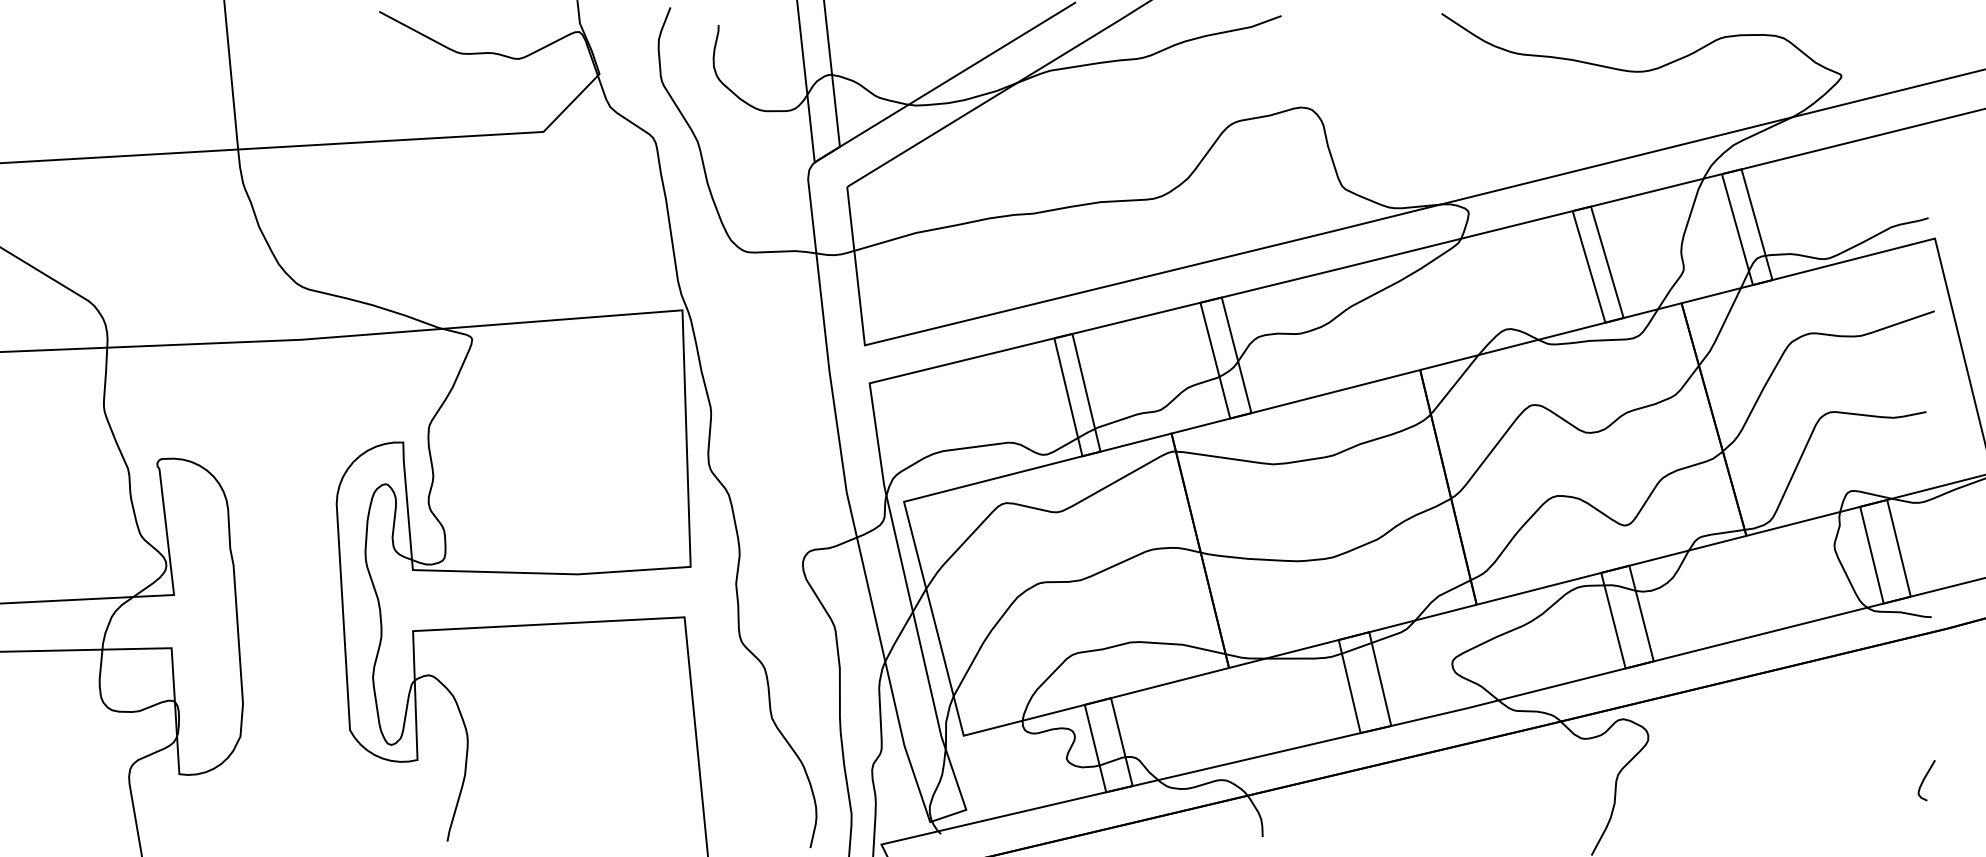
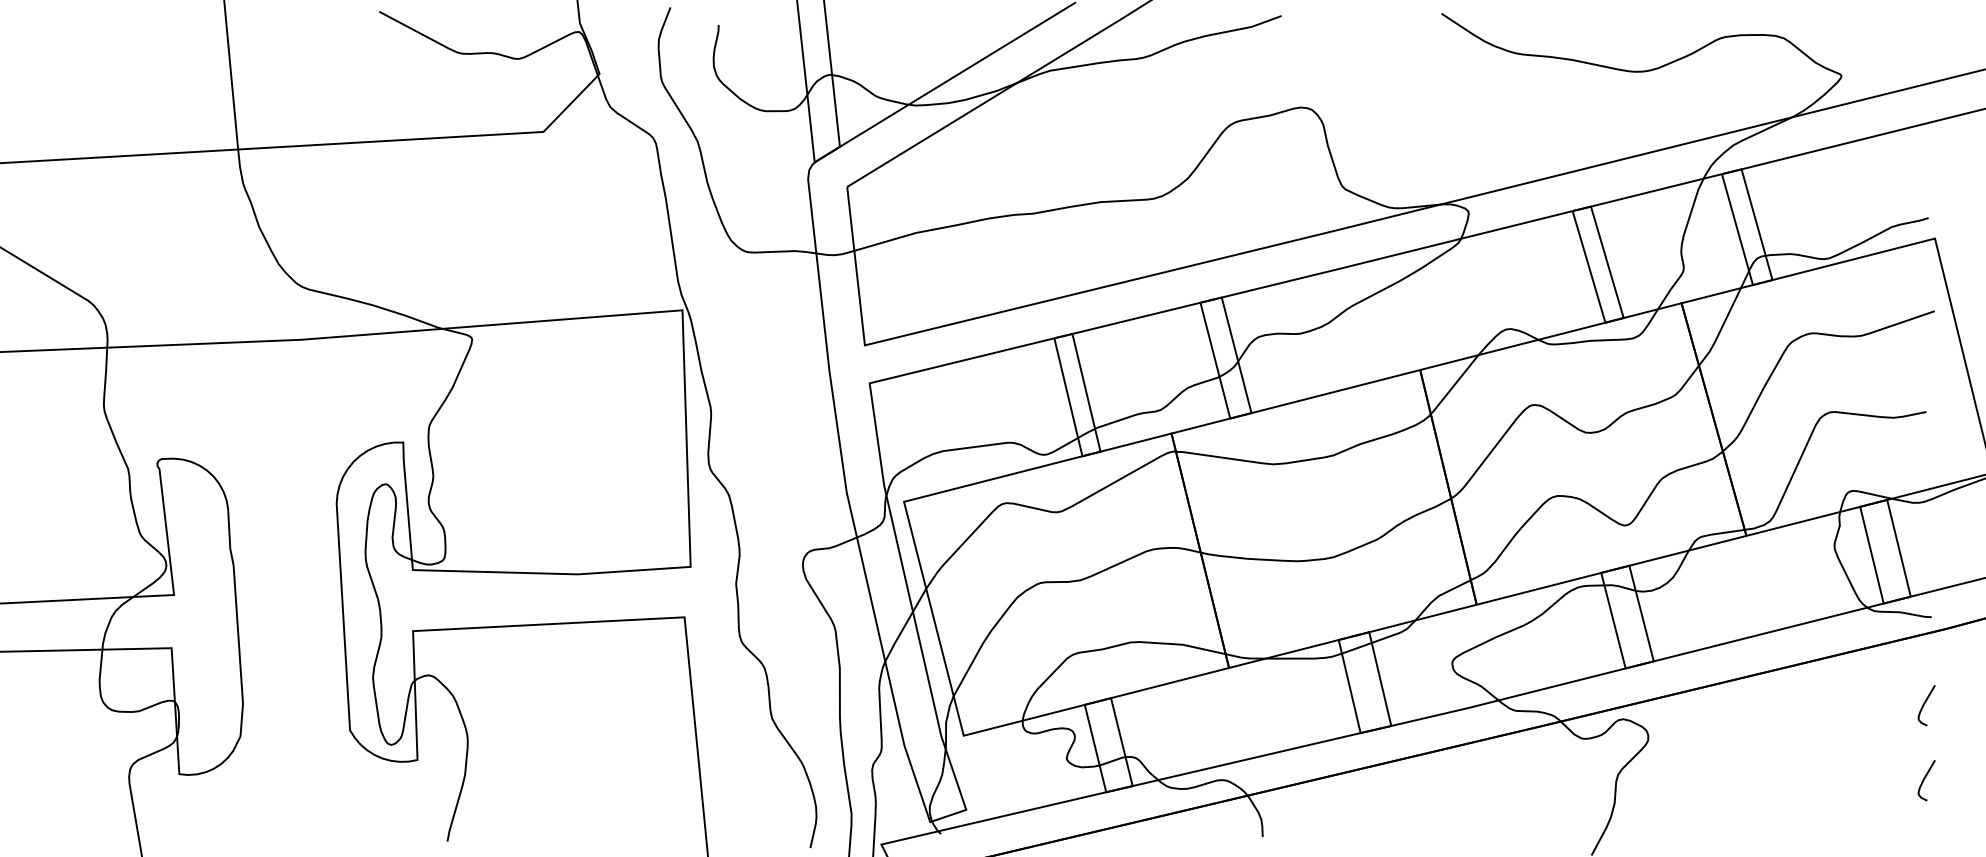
curve at (1924, 705): none -> present
